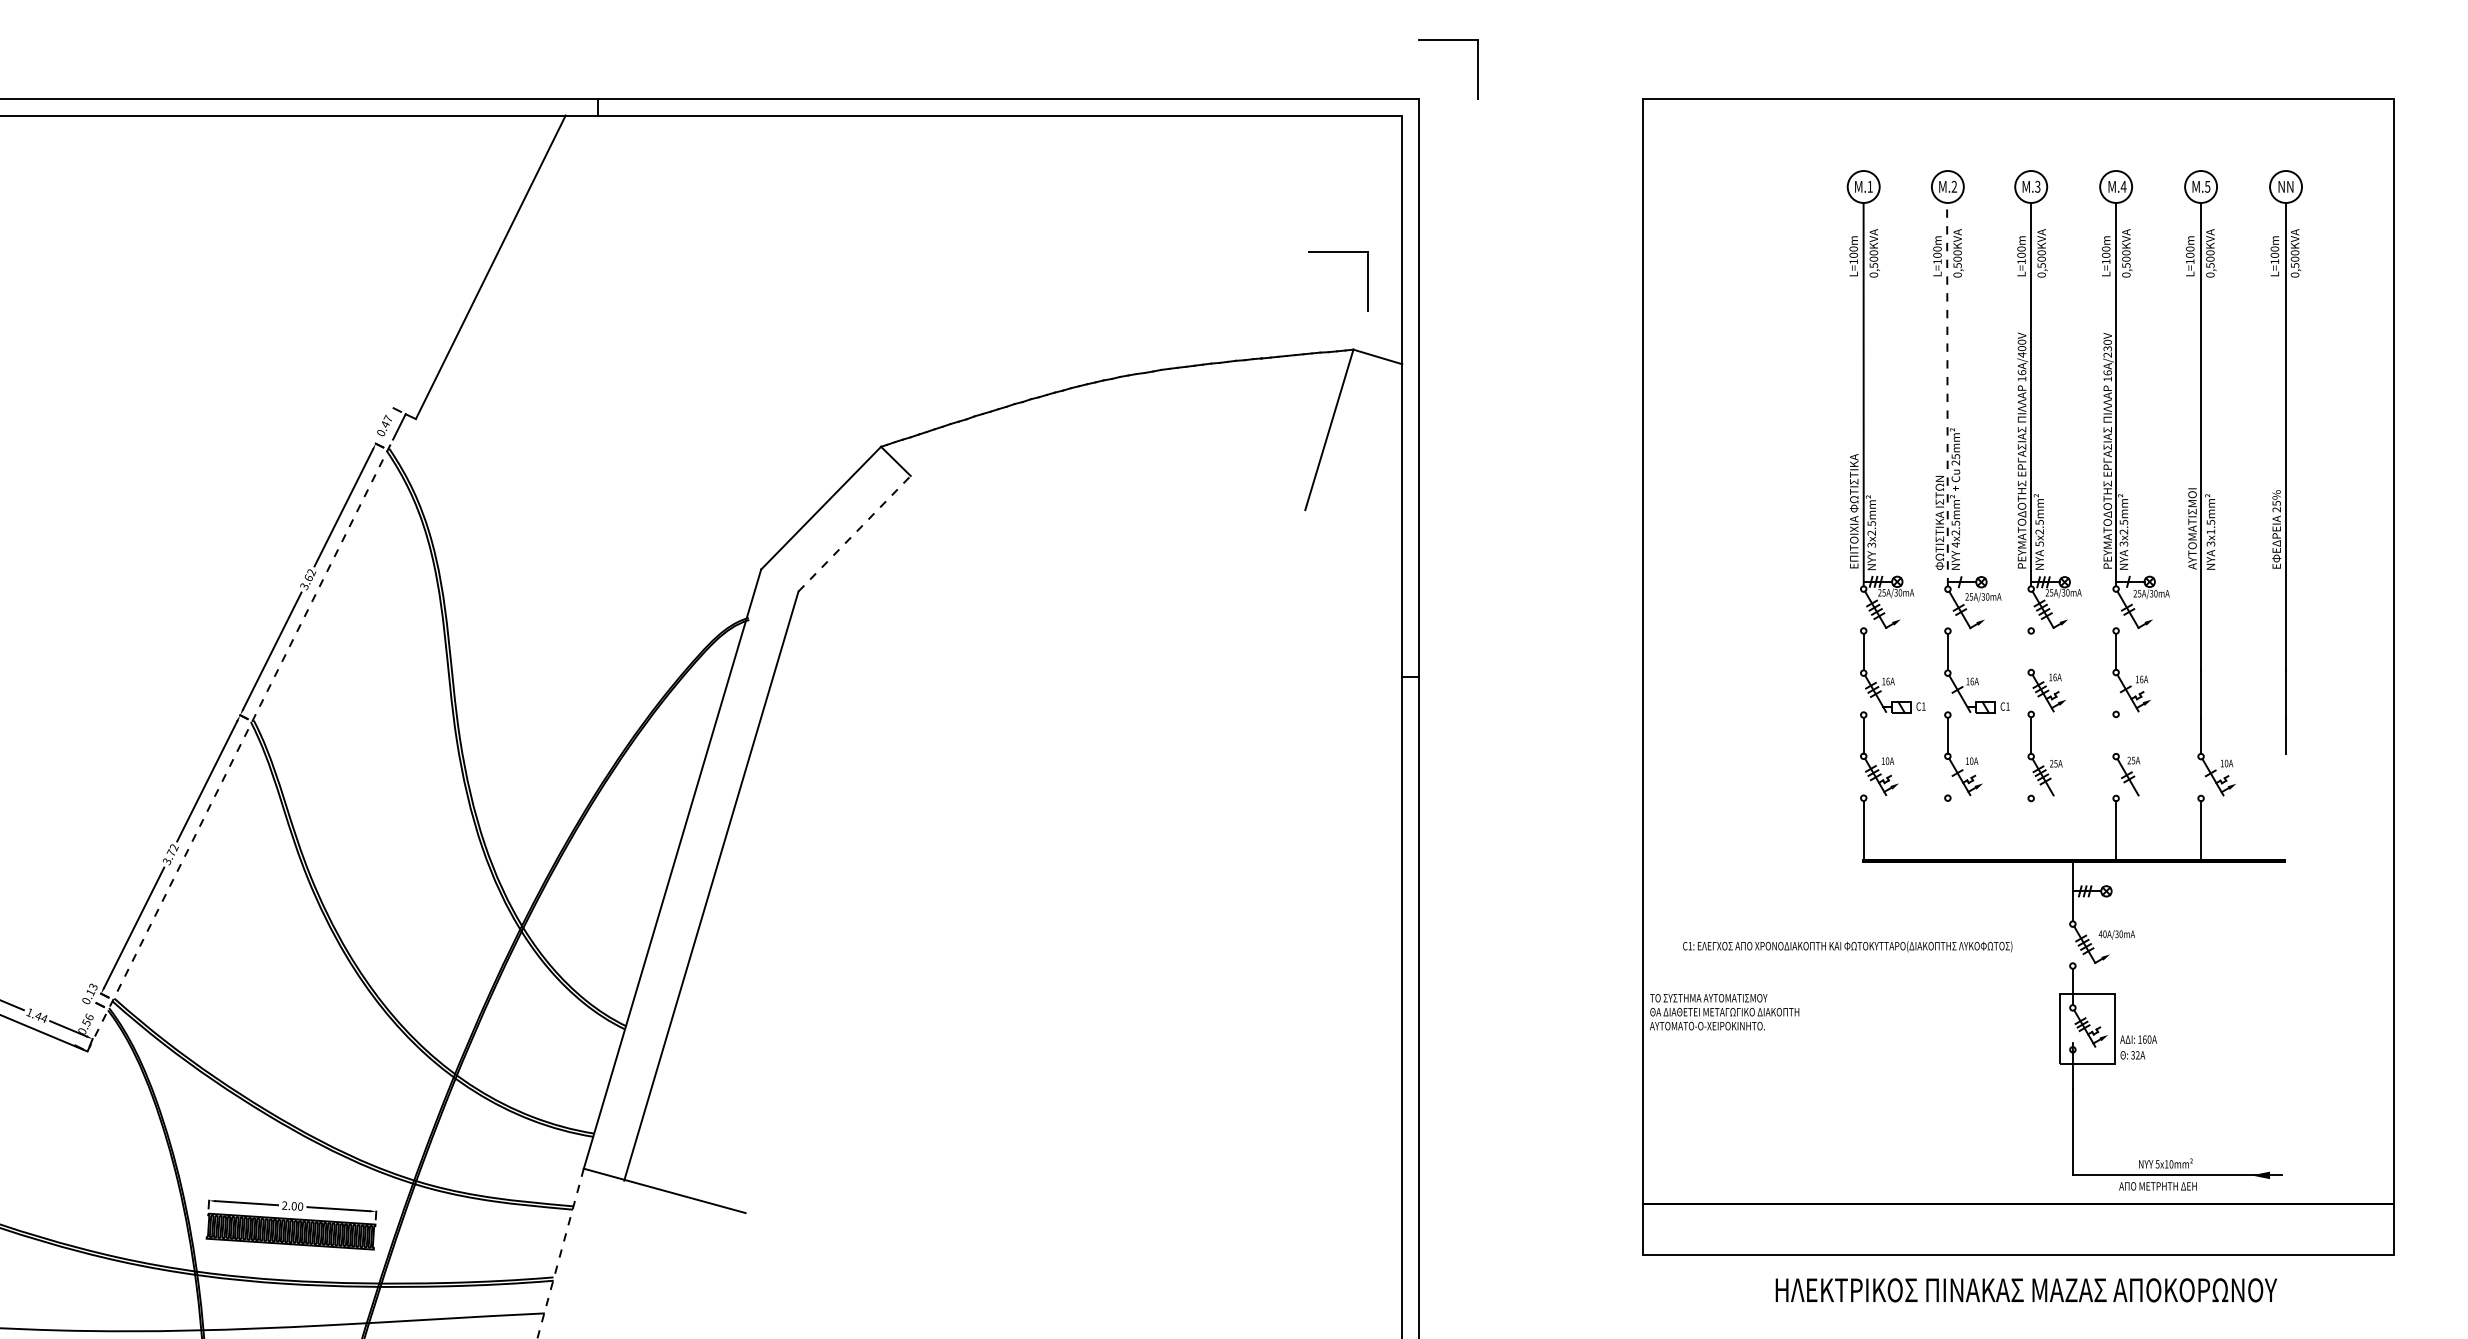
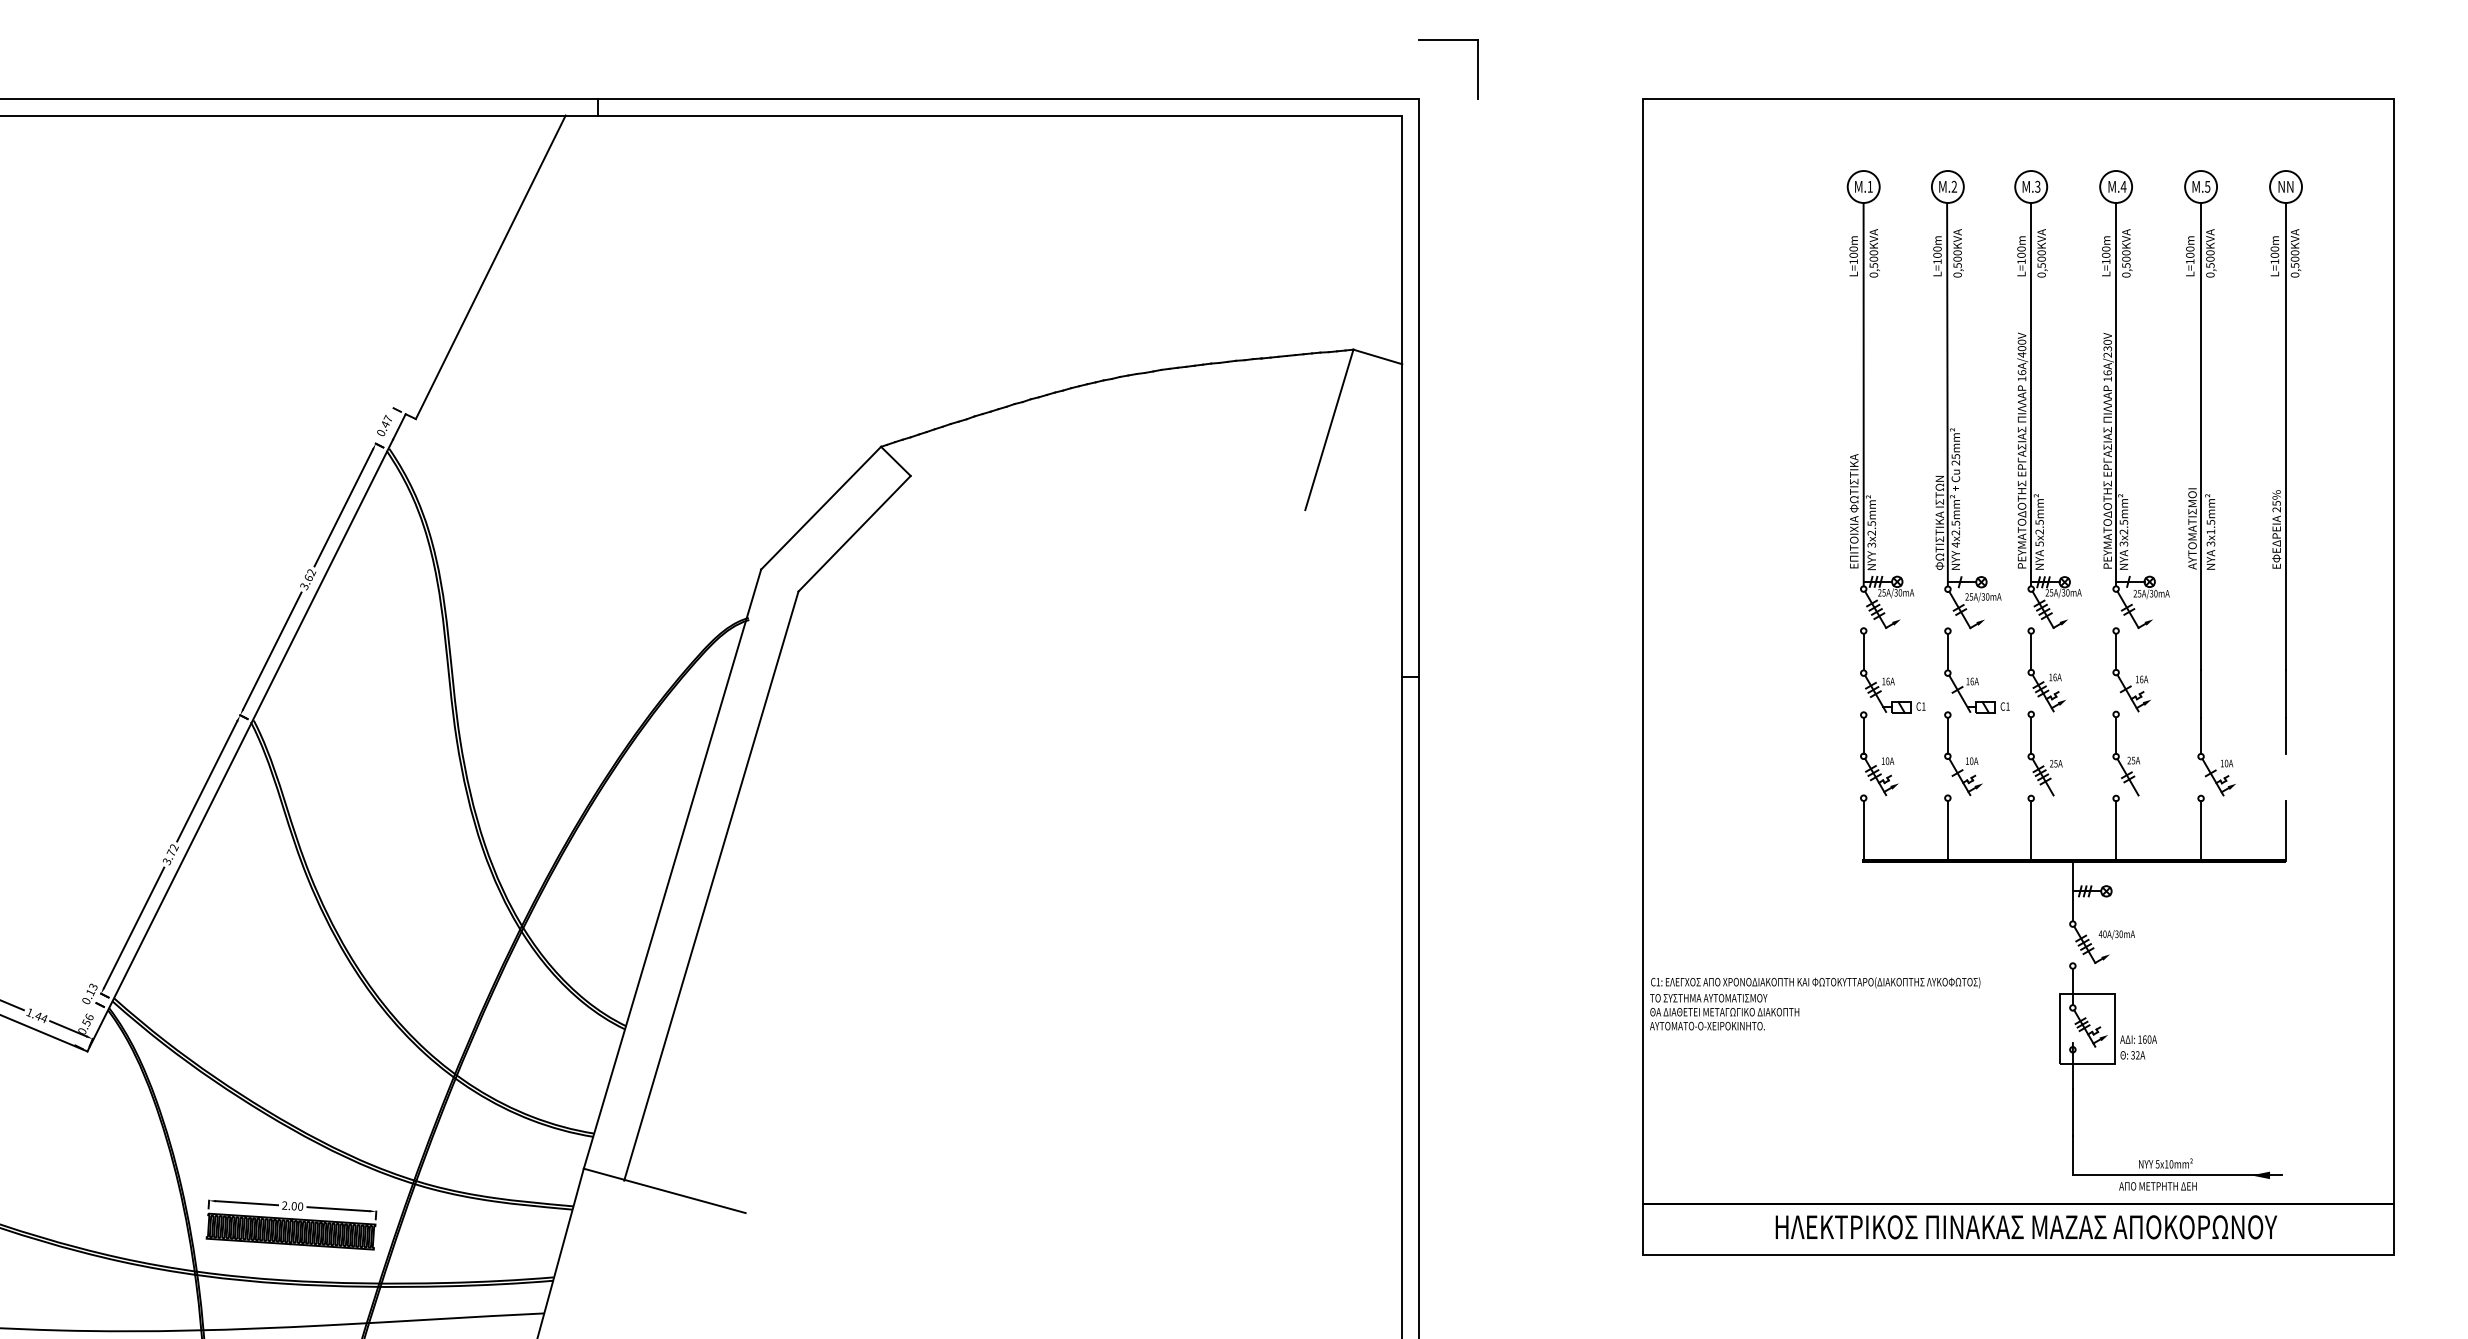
part at (1338, 252): present -> none
line at (1947, 394): dashed -> solid
line at (854, 533): dashed -> solid
line at (2031, 651): none -> present
line at (2116, 735): none -> present
line at (240, 745): dashed -> solid
line at (1947, 831): none -> present
line at (2031, 831): none -> present
line at (2286, 831): none -> present
text at (1847, 946) position: (1847, 946) -> (1815, 982)
line at (560, 1253): dashed -> solid
text at (2025, 1290) position: (2025, 1290) -> (2025, 1227)
